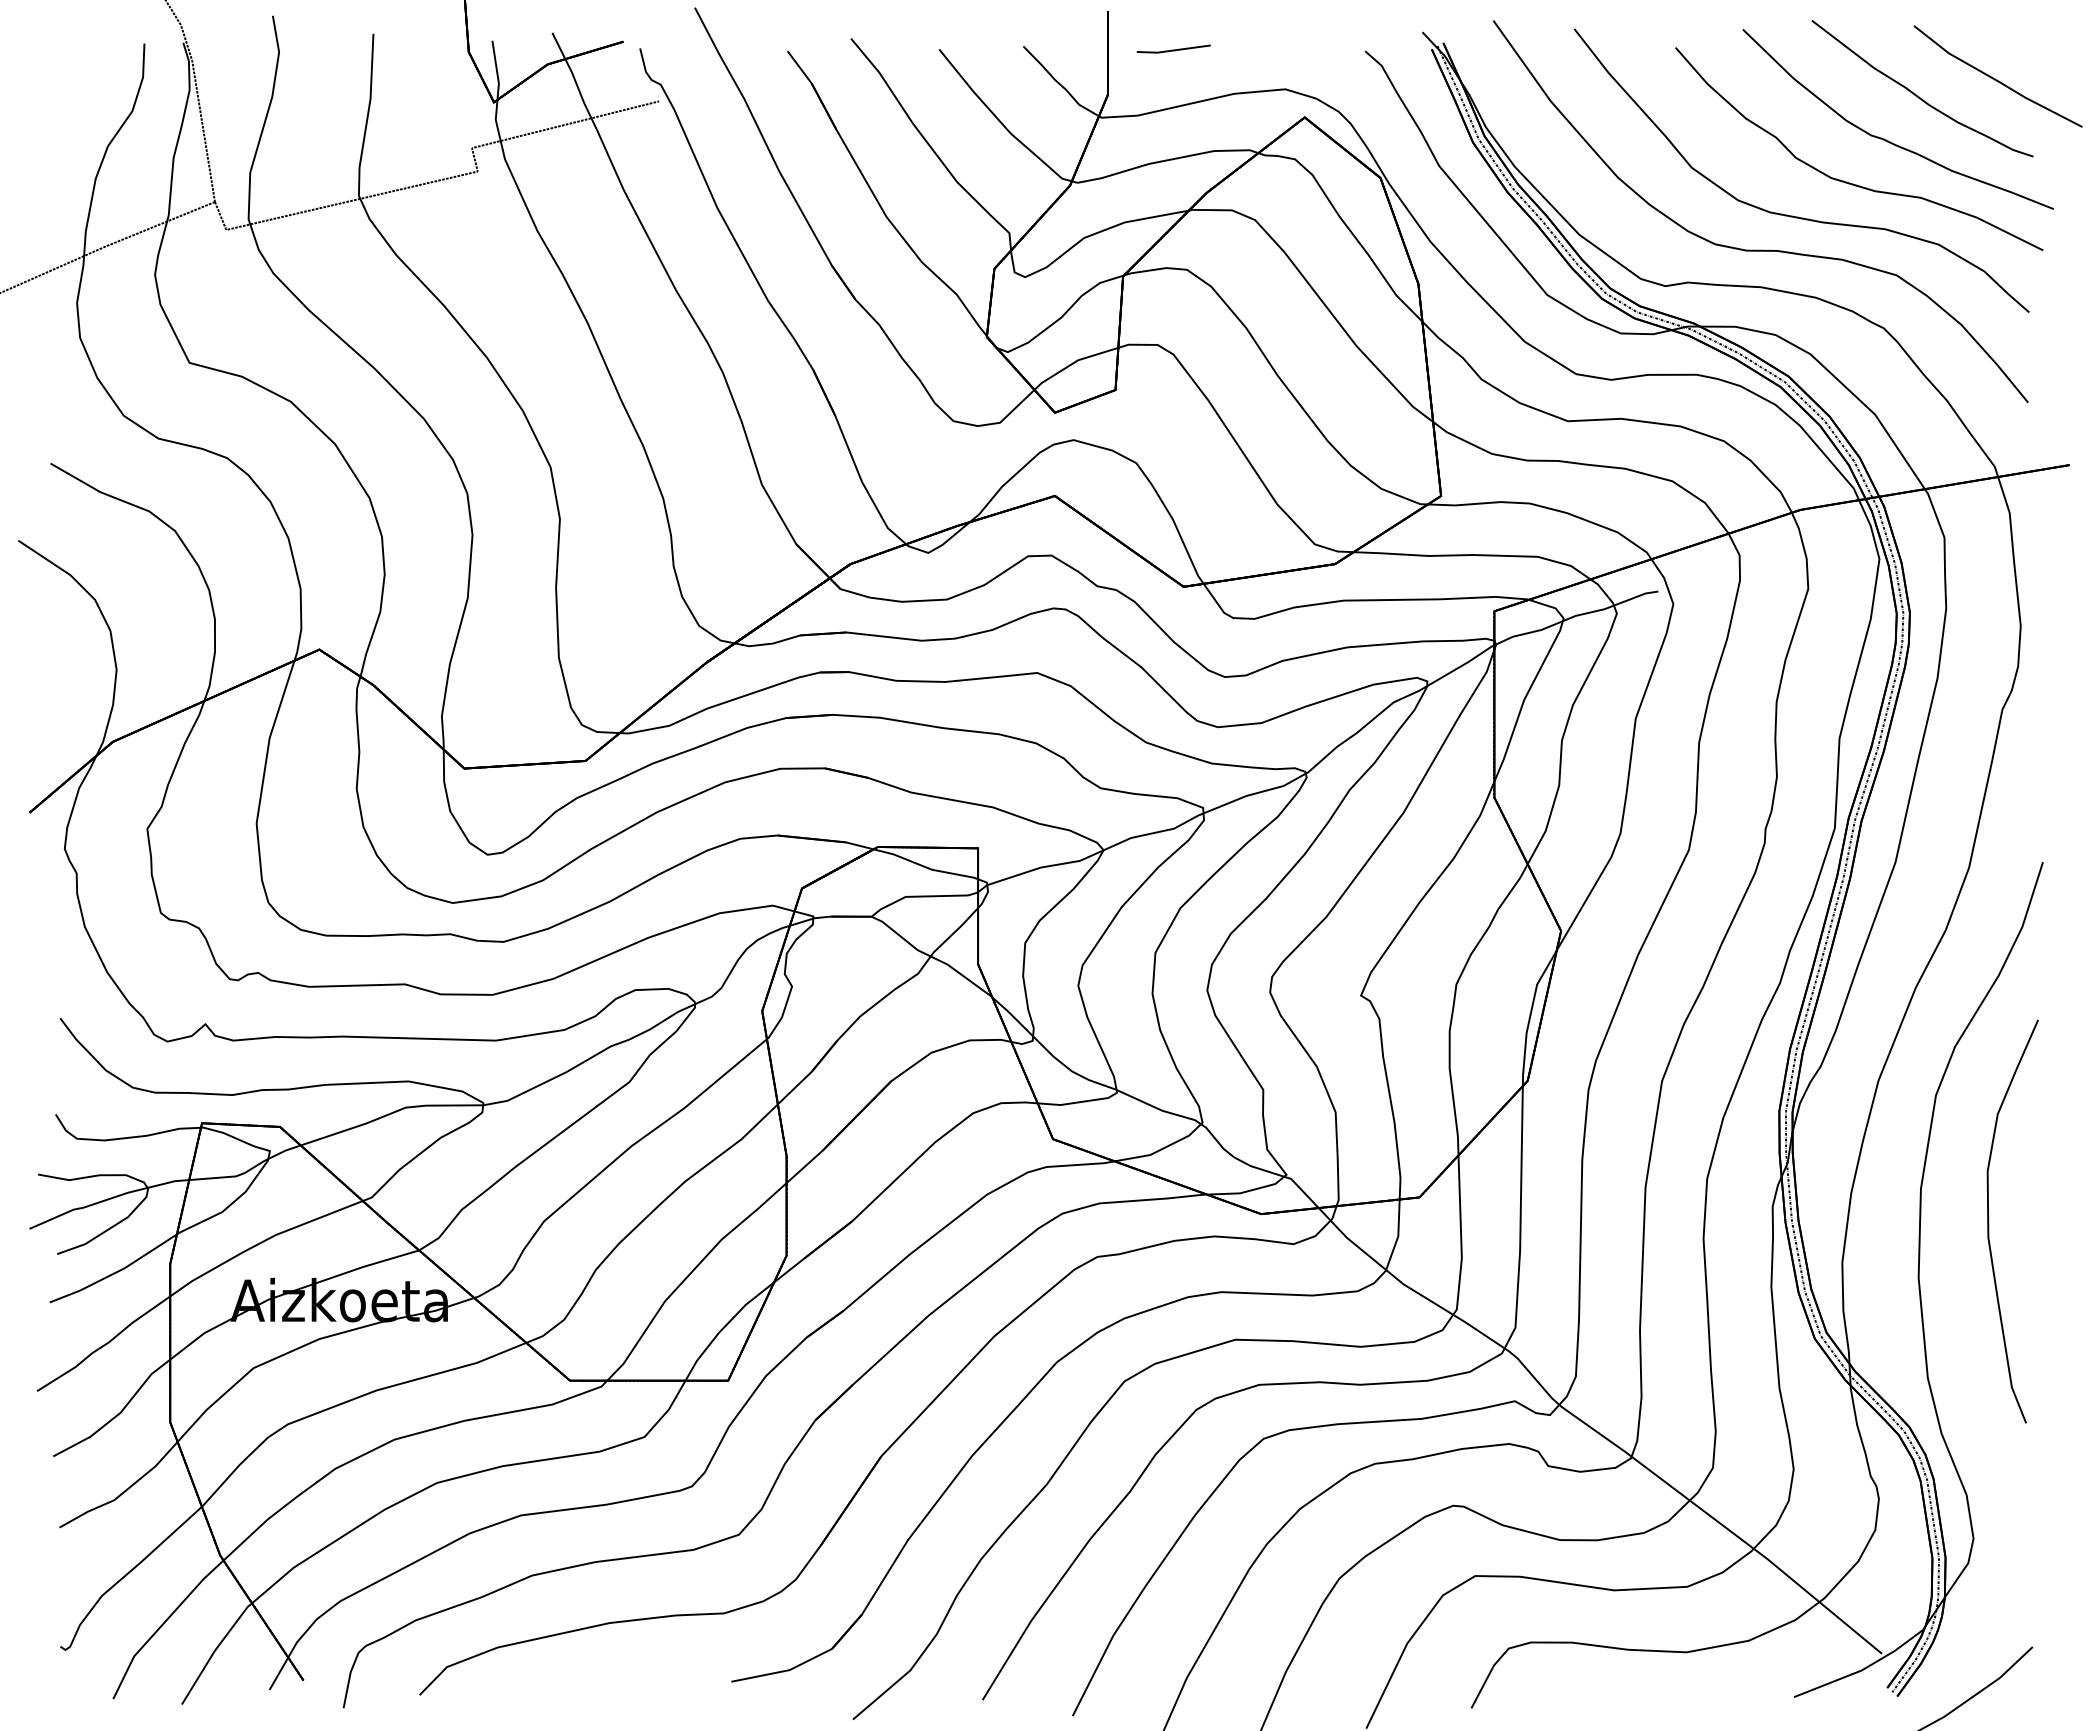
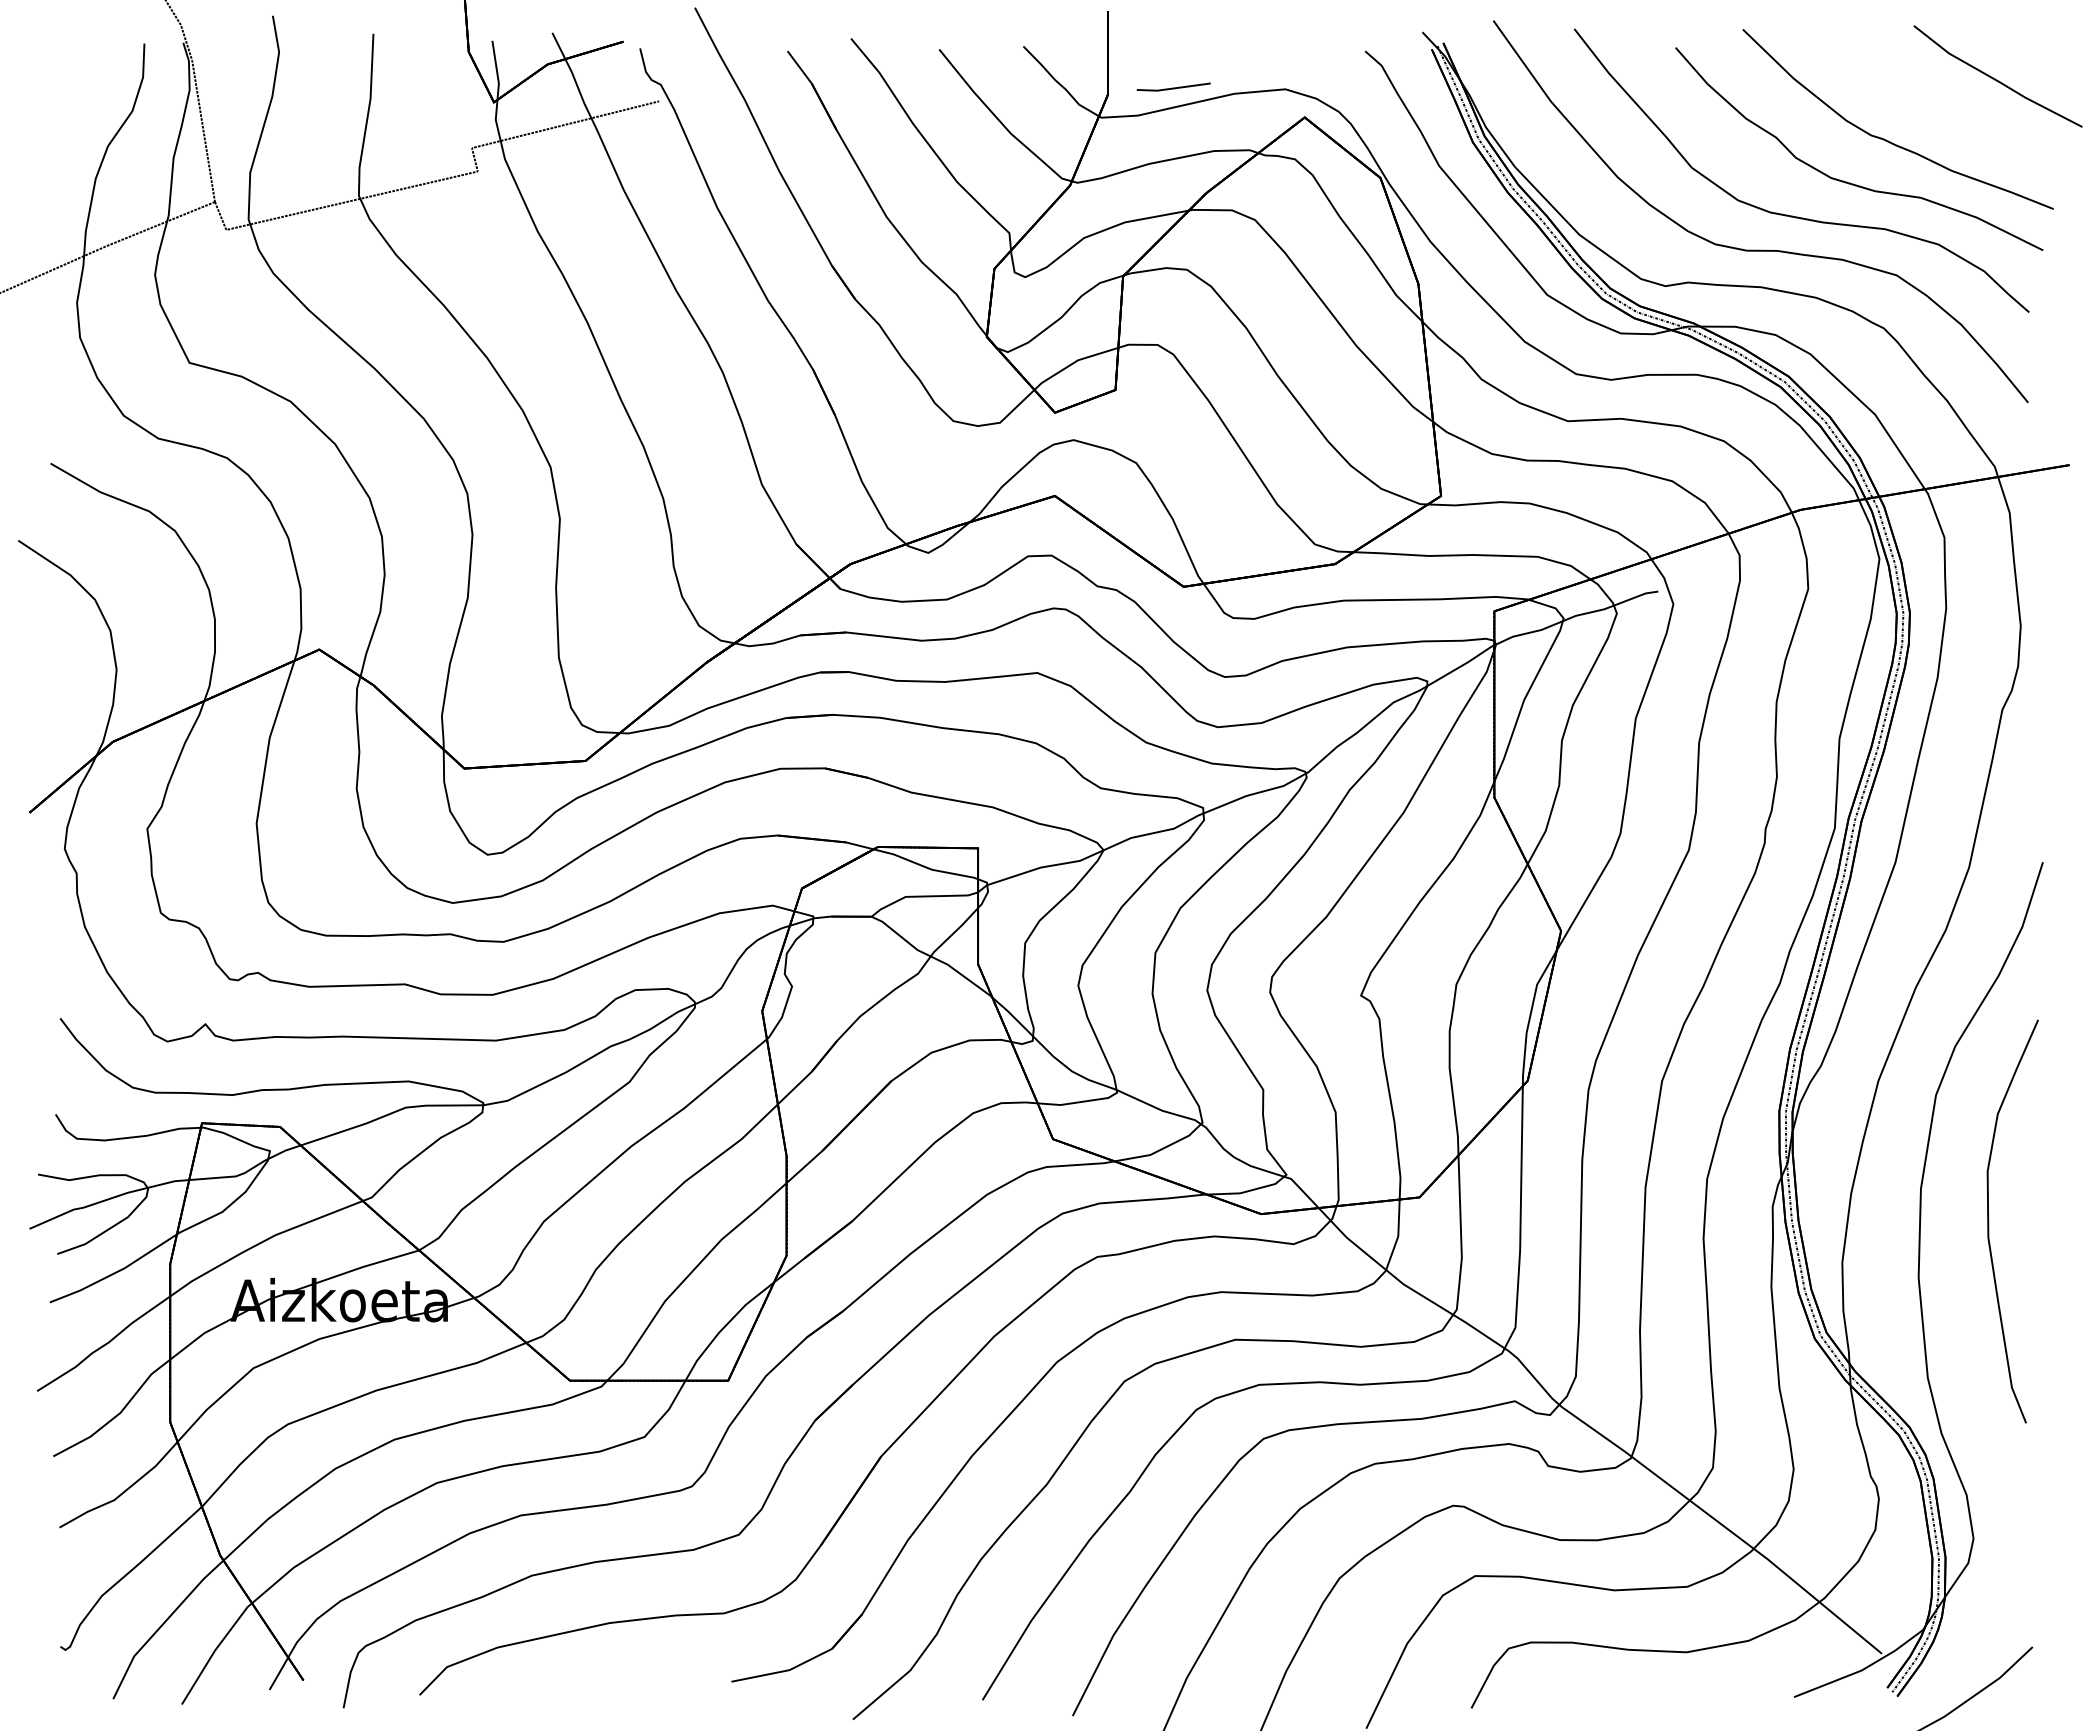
line at (1173, 49) position: (1173, 49) -> (1173, 87)
part at (1916, 94): present -> none
